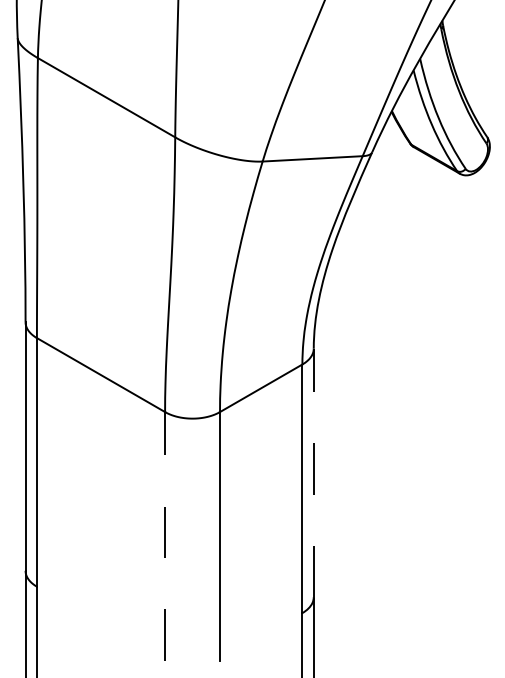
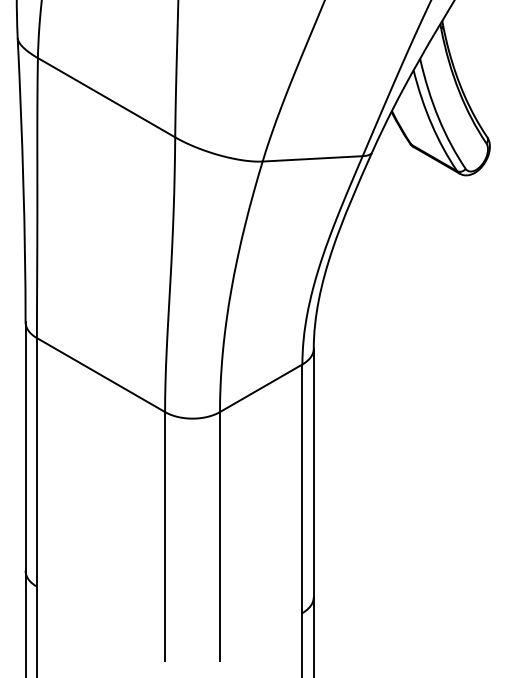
line at (313, 472): dashed -> solid
line at (165, 535): dashed -> solid
